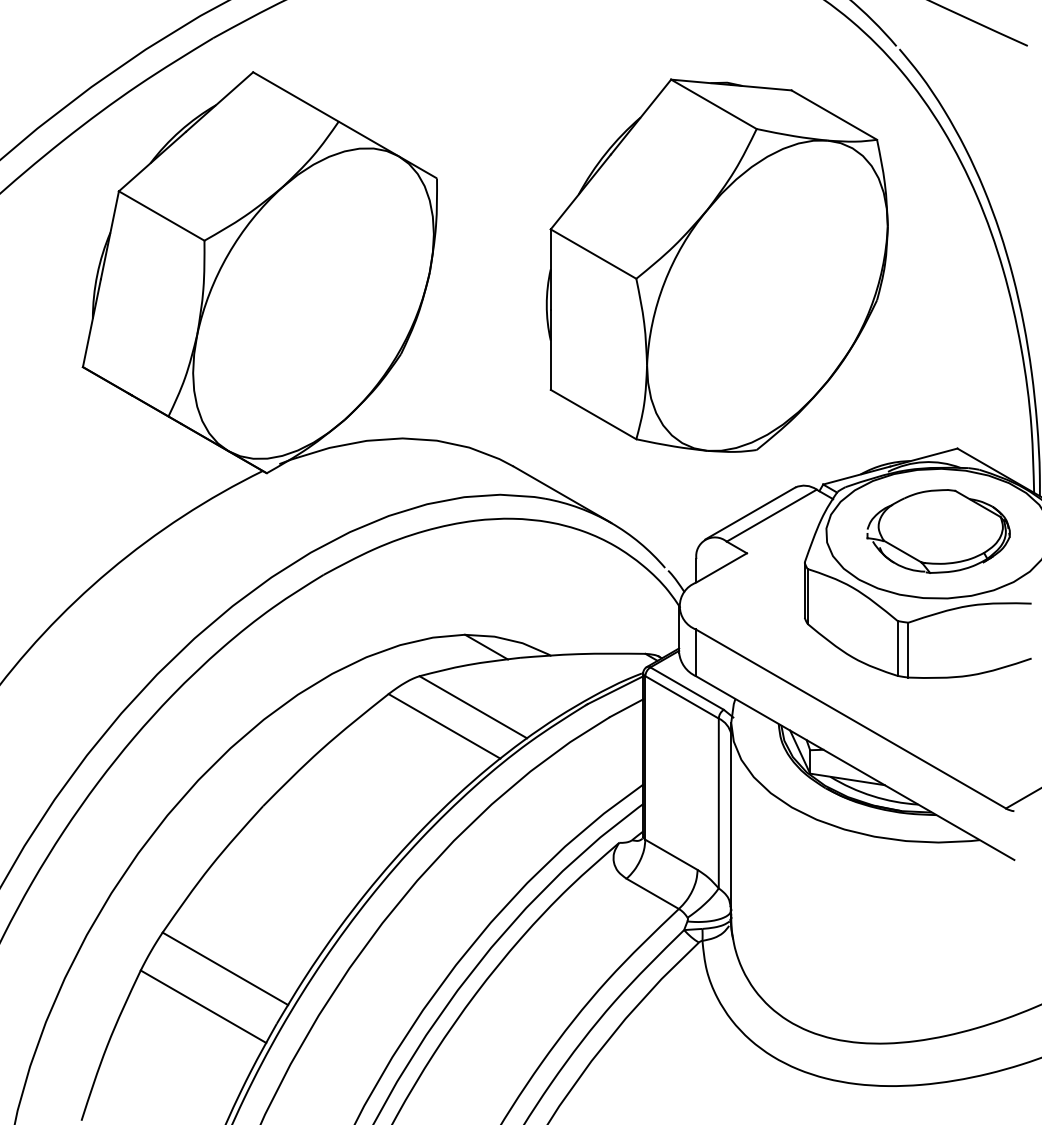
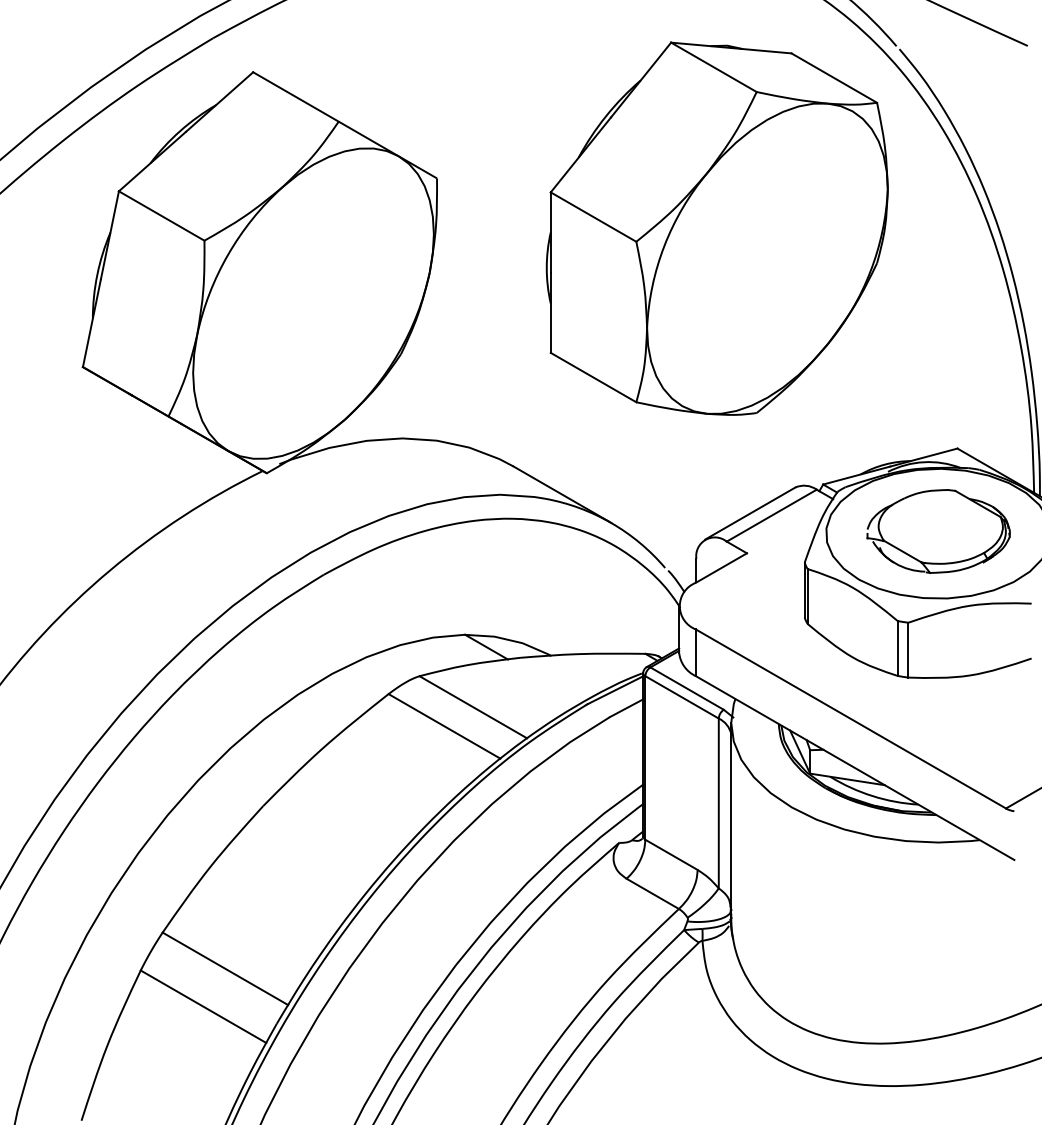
part at (716, 265) position: (716, 265) -> (716, 228)
